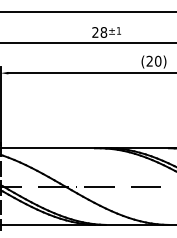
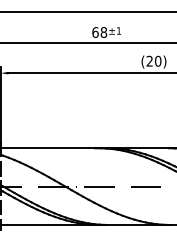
text at (95, 32): 28 -> 68
